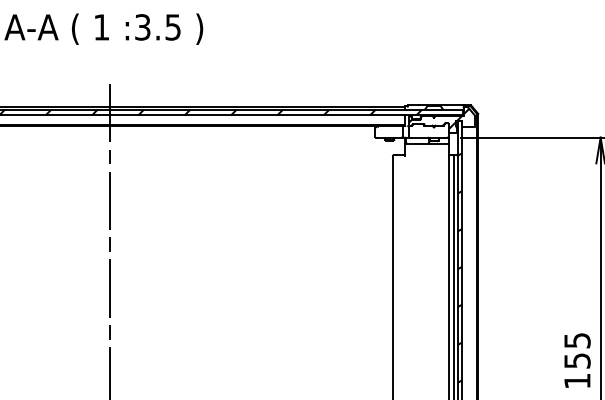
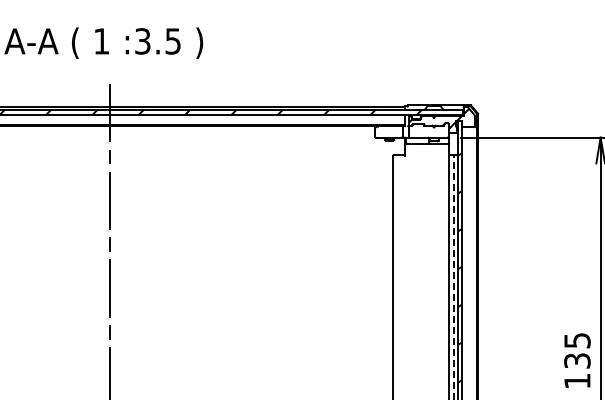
text at (103, 28) position: (103, 28) -> (103, 42)
line at (453, 277): solid -> dashed
text at (576, 360): 155 -> 135
